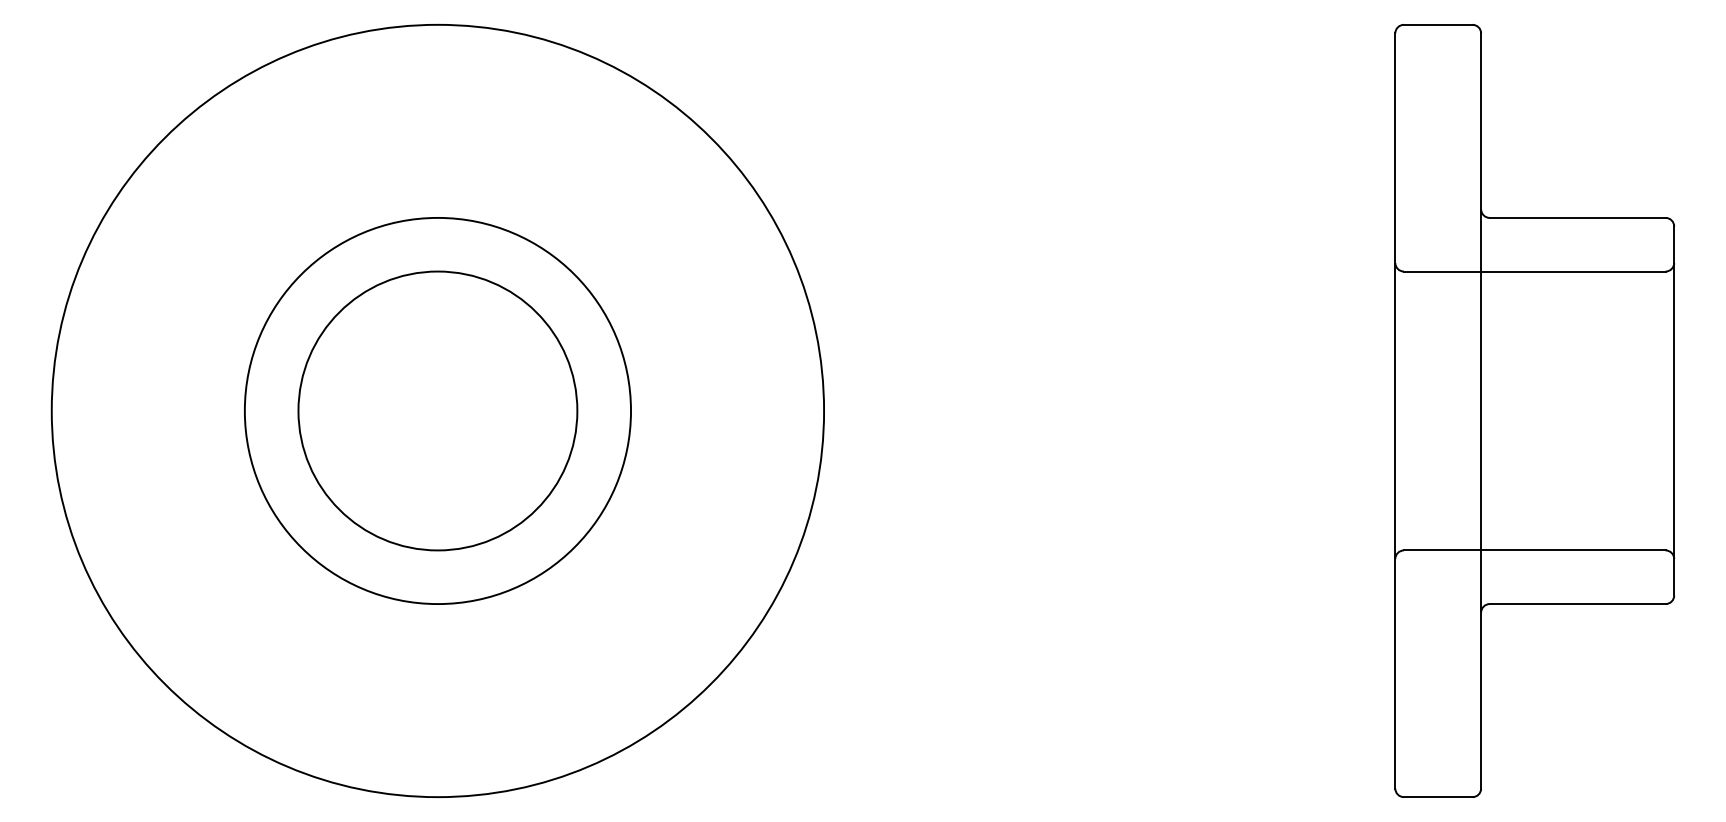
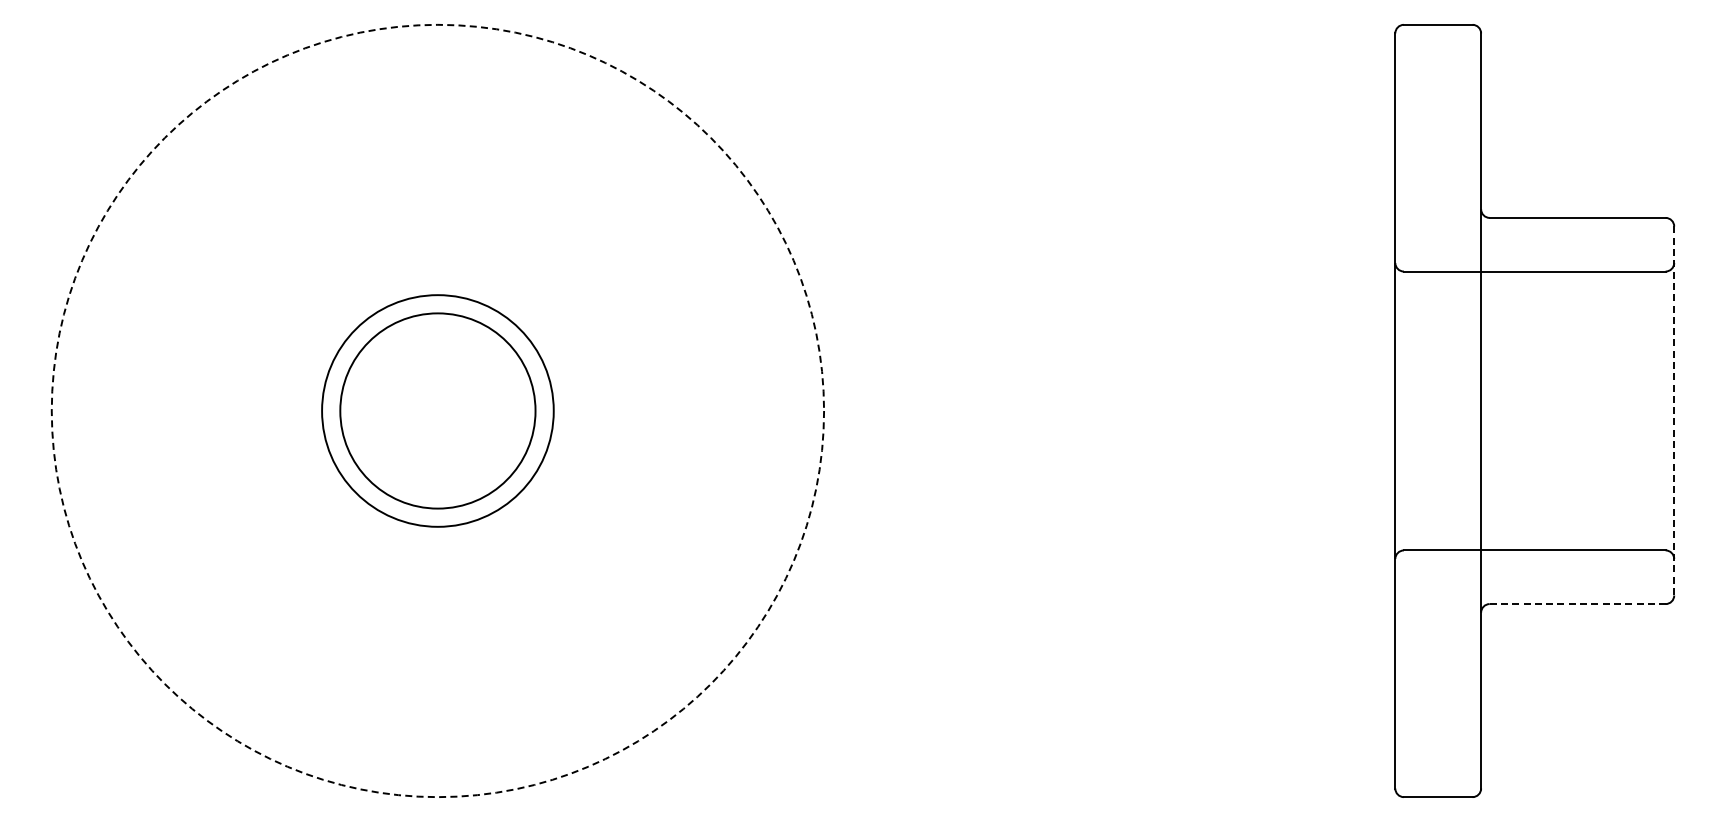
circle at (437, 410) diameter: 279 px -> 195 px
circle at (437, 410) diameter: 386 px -> 232 px
circle at (437, 410): solid -> dashed
line at (1674, 411): solid -> dashed
line at (1577, 604): solid -> dashed
